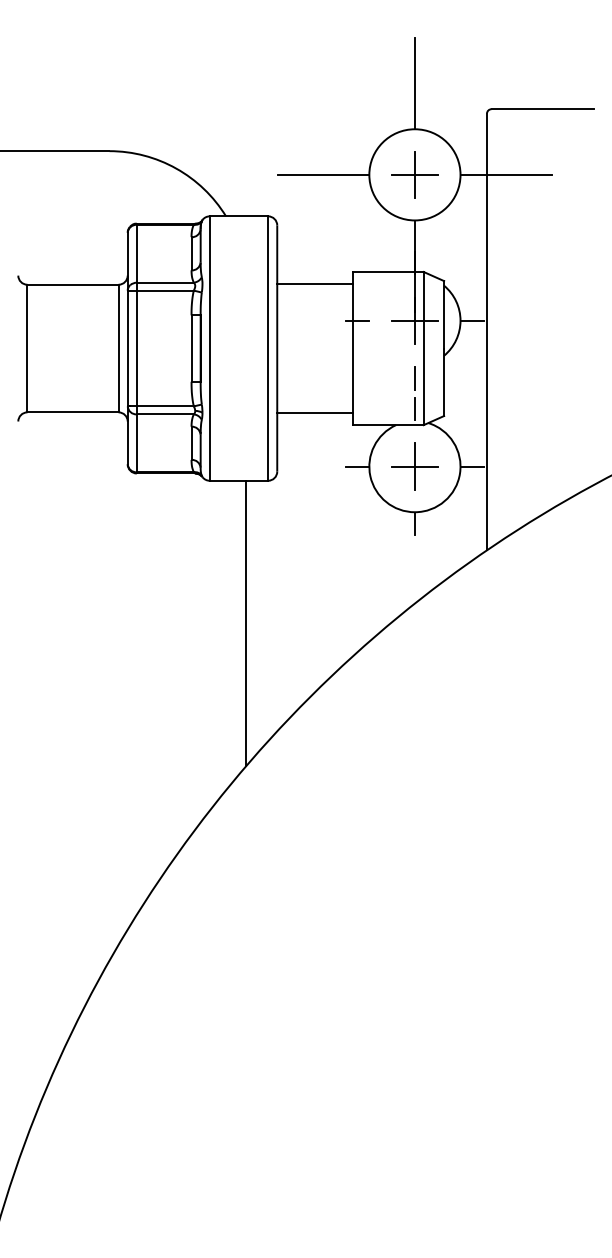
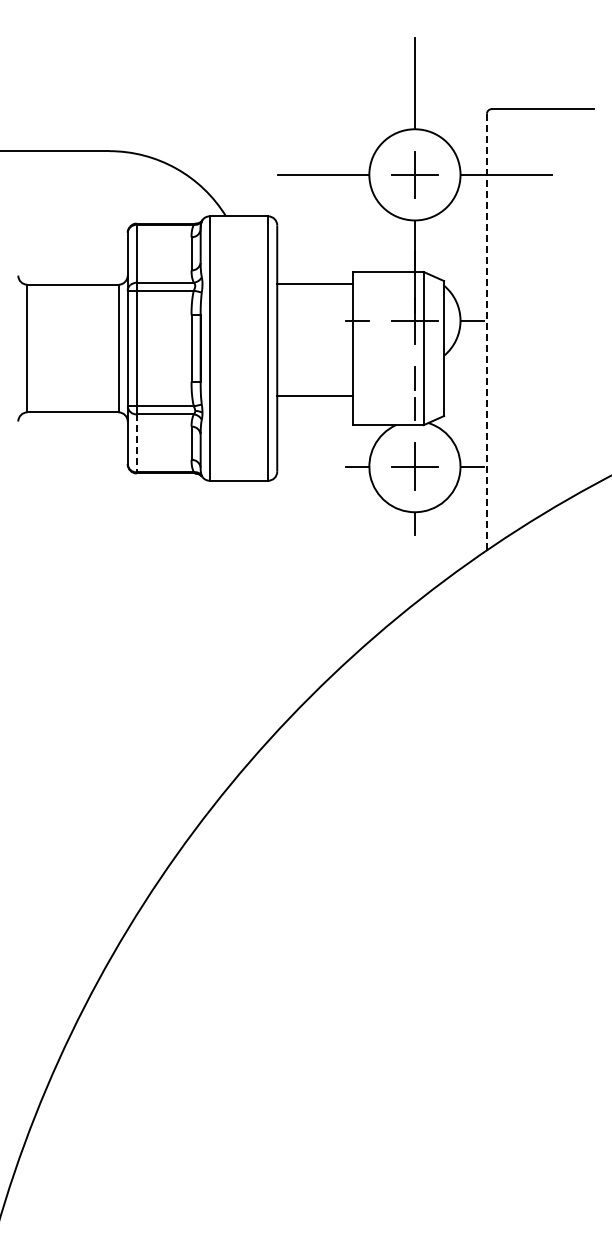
line at (486, 331): solid -> dashed
line at (314, 413) position: (314, 413) -> (314, 396)
line at (136, 443): solid -> dashed
line at (246, 623): present -> none
